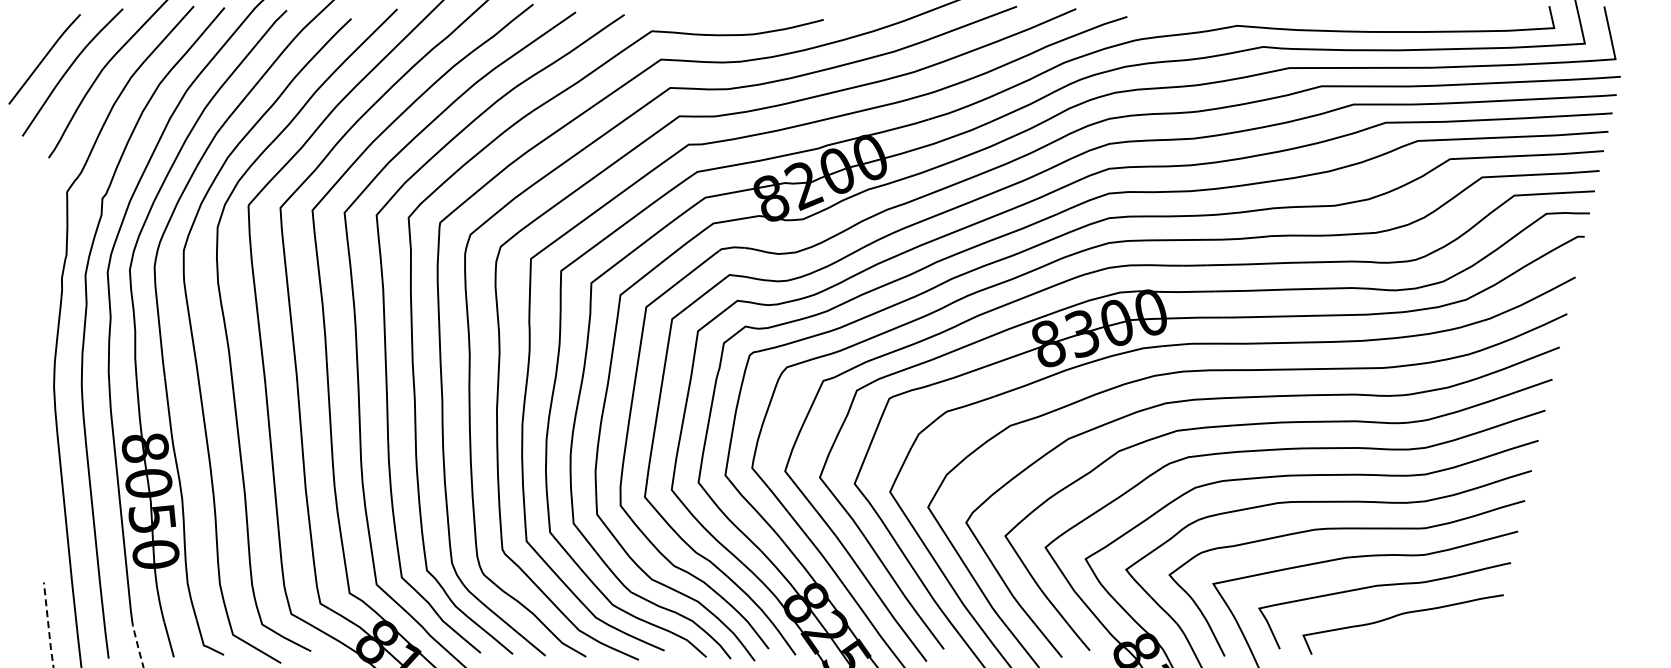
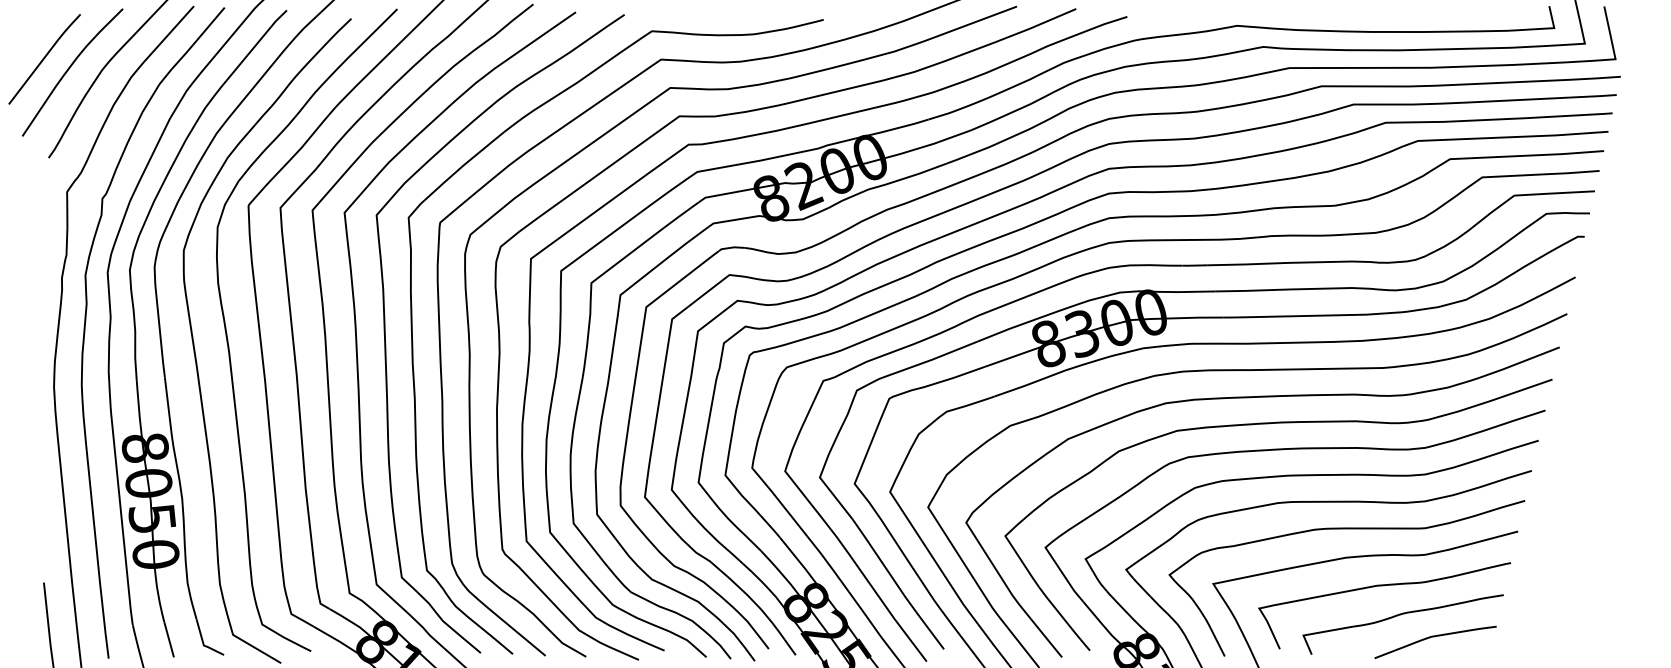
line at (48, 626): dashed -> solid
curve at (1434, 637): none -> present
line at (137, 645): dashed -> solid
